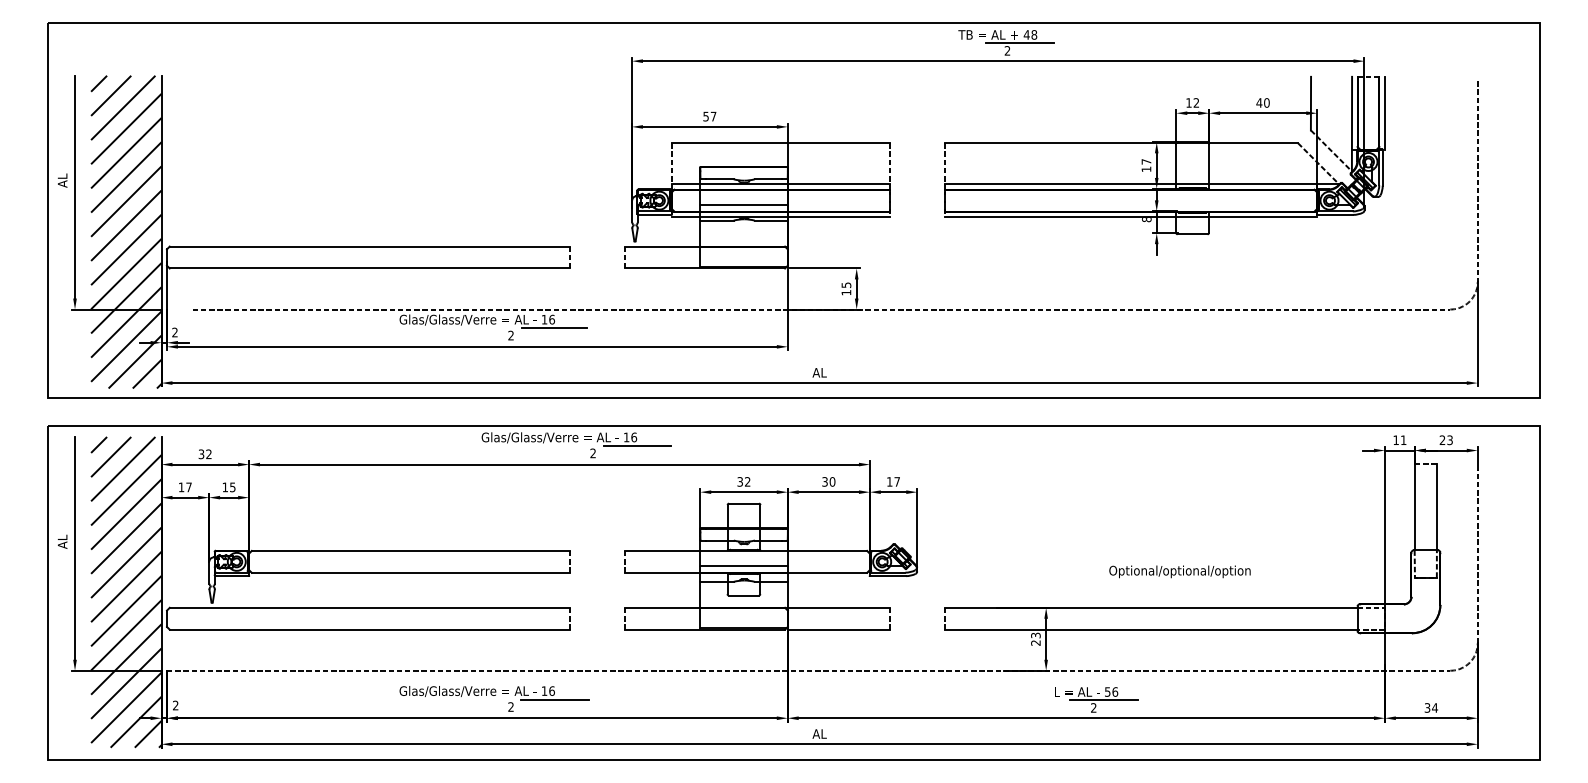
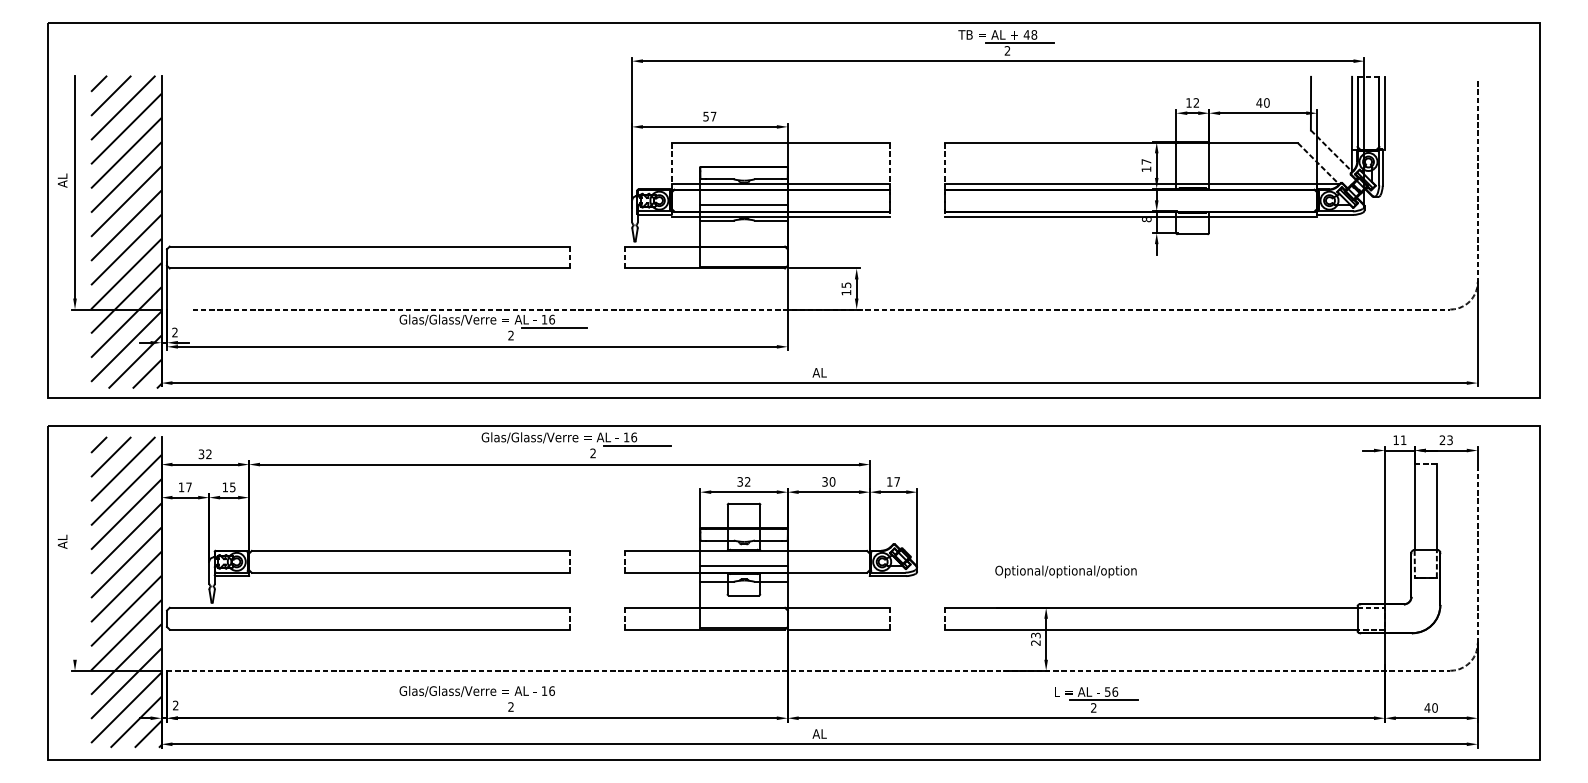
line at (75, 547): present -> none
text at (1179, 571) position: (1179, 571) -> (1065, 571)
line at (555, 699): present -> none
text at (1431, 707): 34 -> 40
